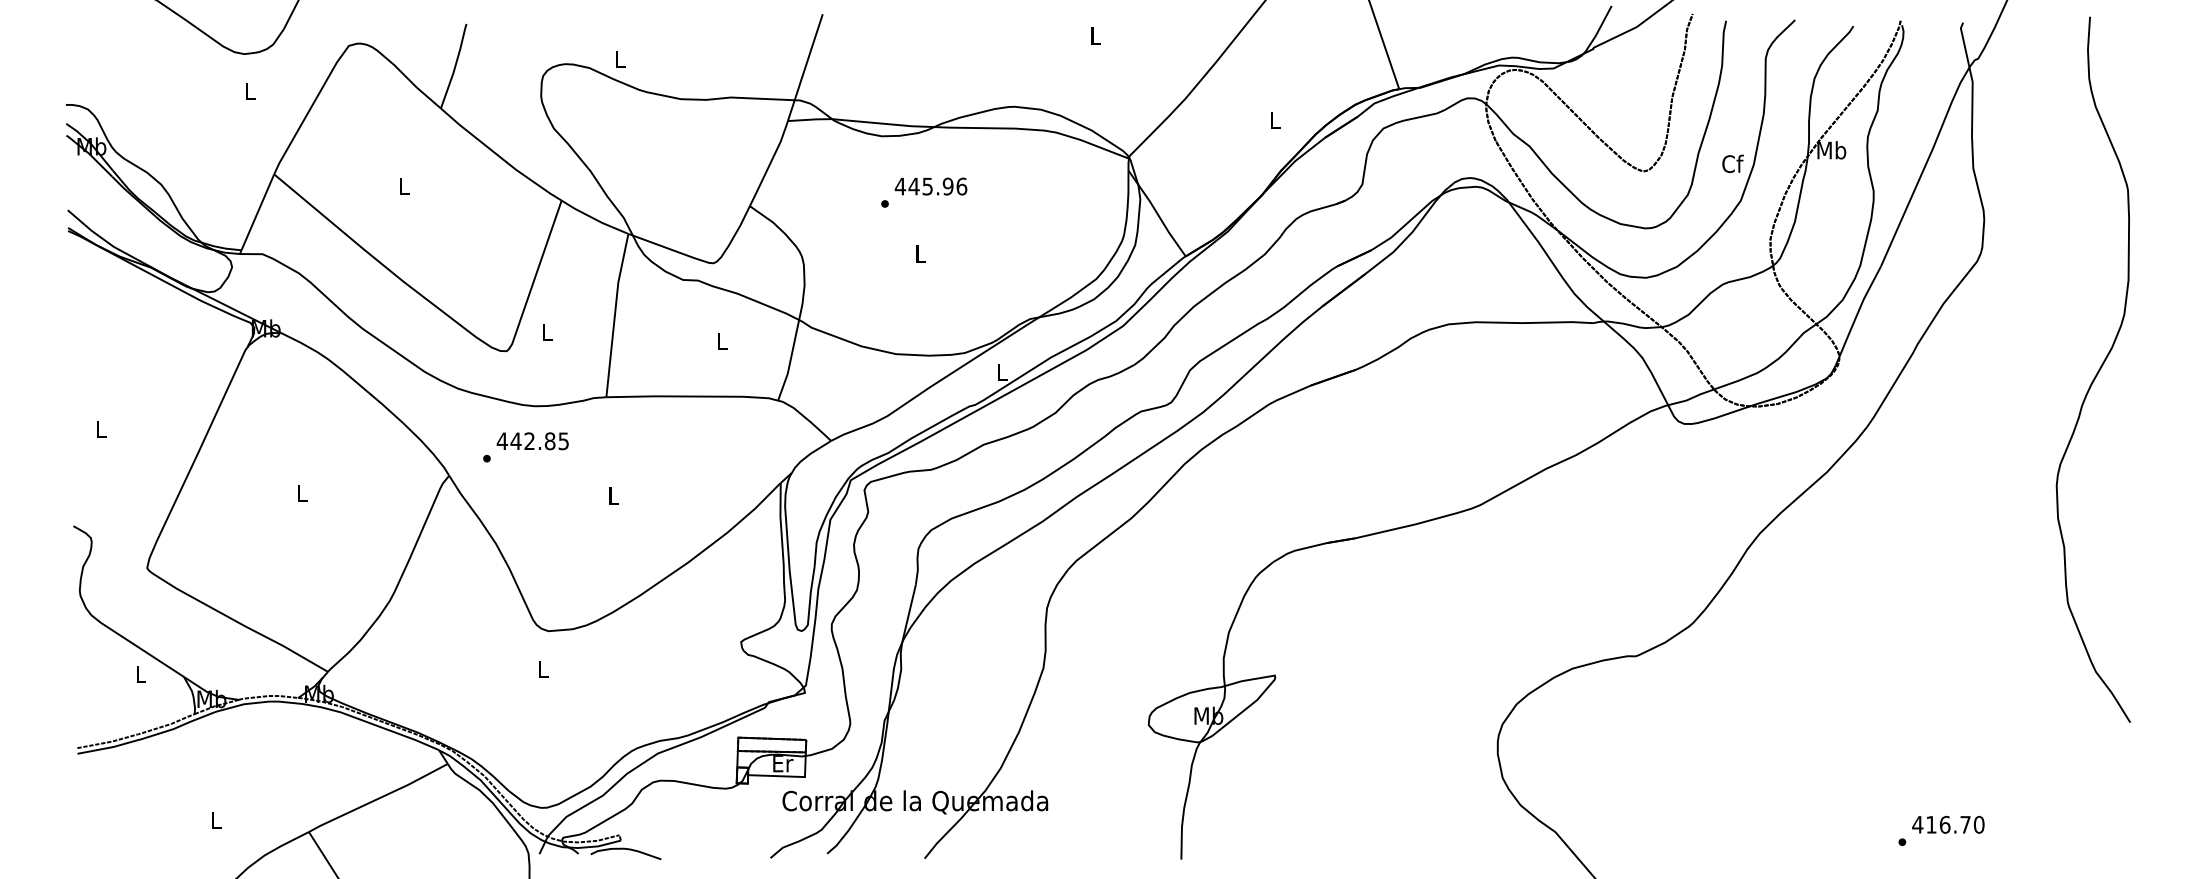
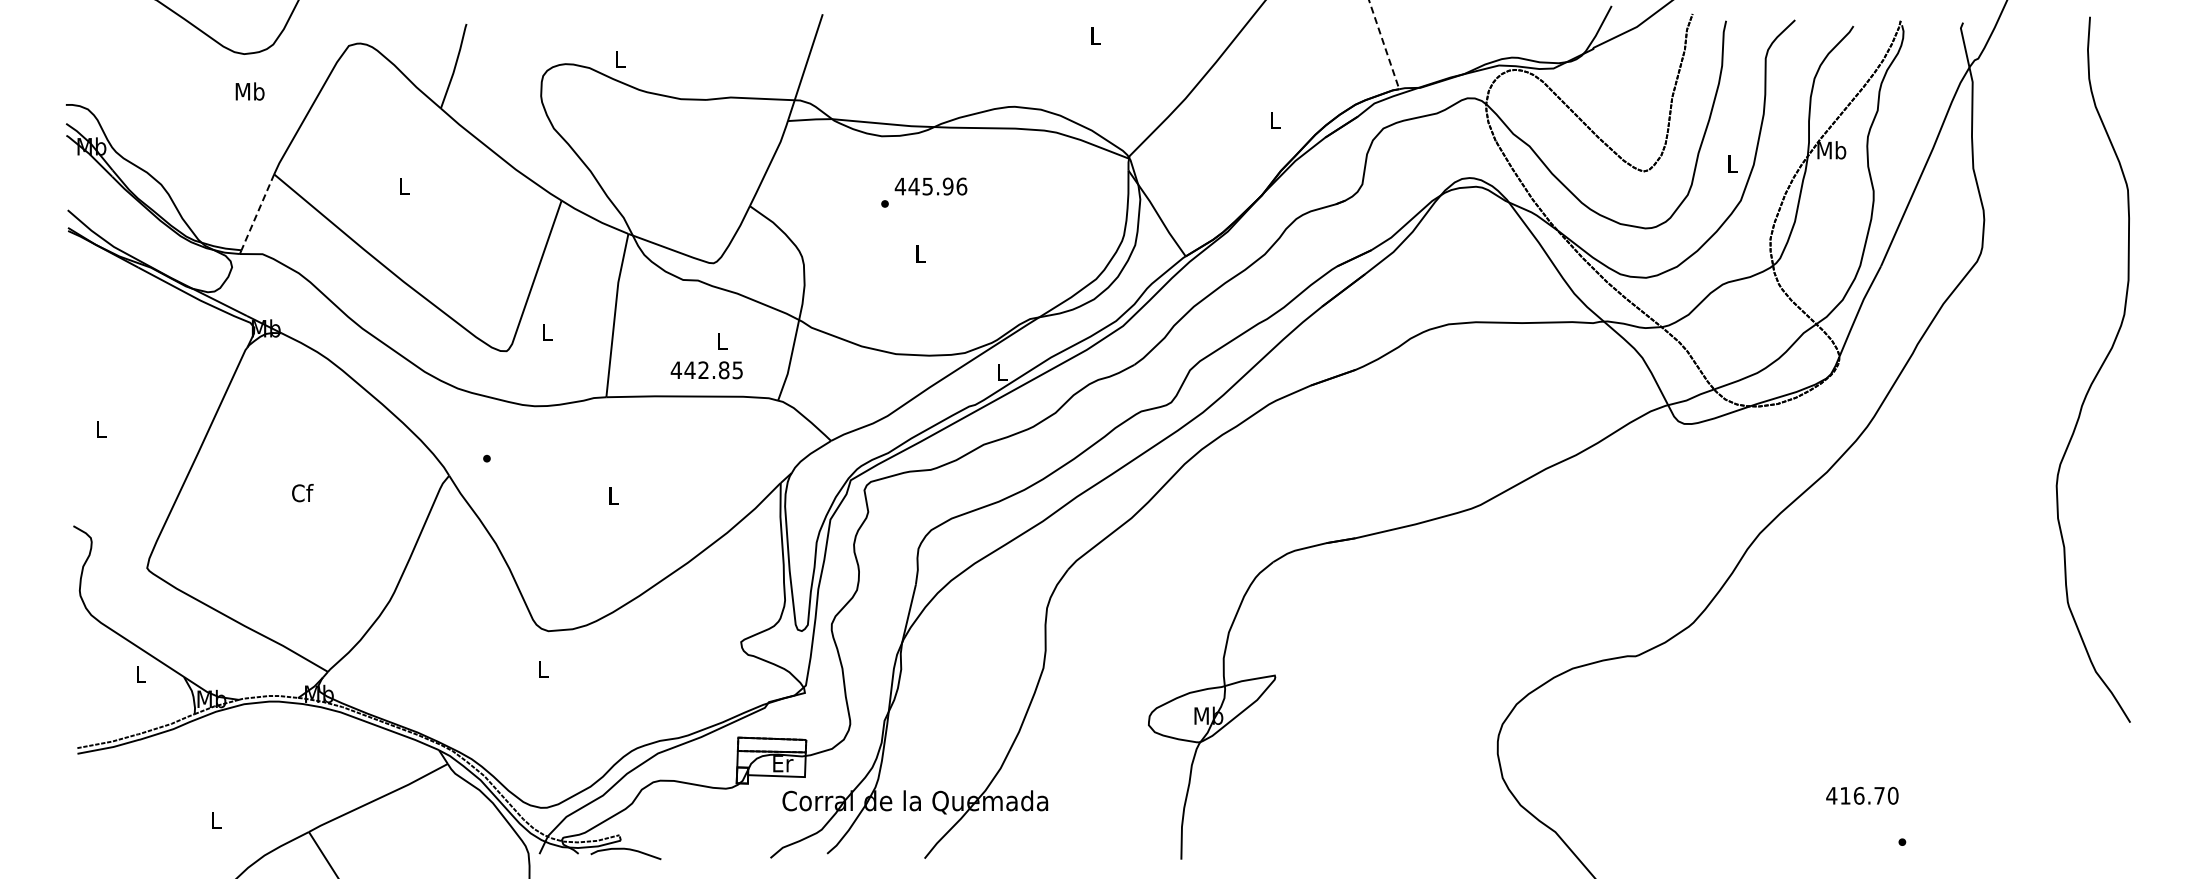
line at (1384, 44): solid -> dashed
text at (249, 91): L -> Mb
text at (1732, 163): Cf -> L
line at (257, 212): solid -> dashed
text at (532, 441) position: (532, 441) -> (706, 370)
text at (302, 492): L -> Cf
text at (1948, 824) position: (1948, 824) -> (1862, 795)
